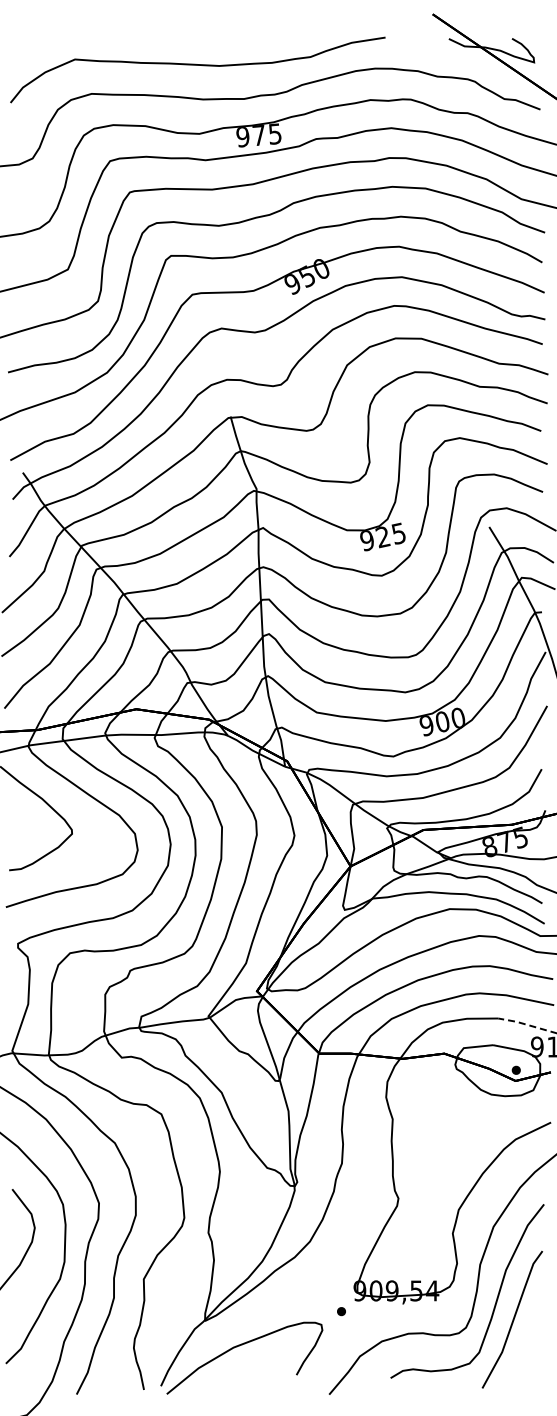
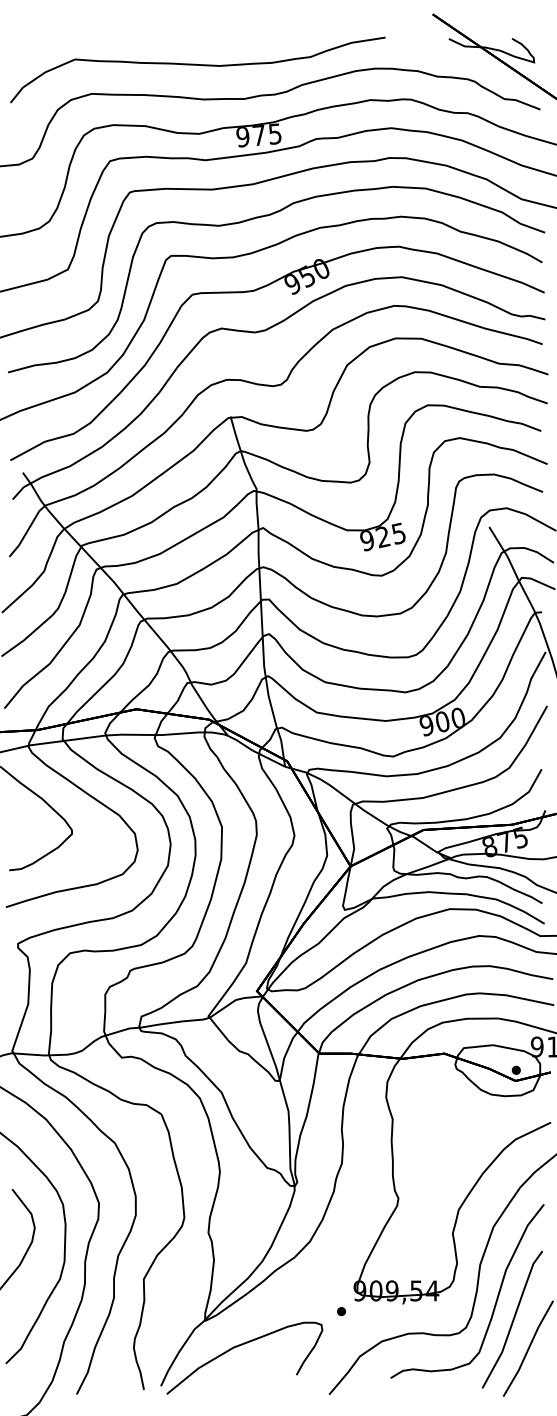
line at (527, 1024): dashed -> solid
line at (528, 1348): none -> present
